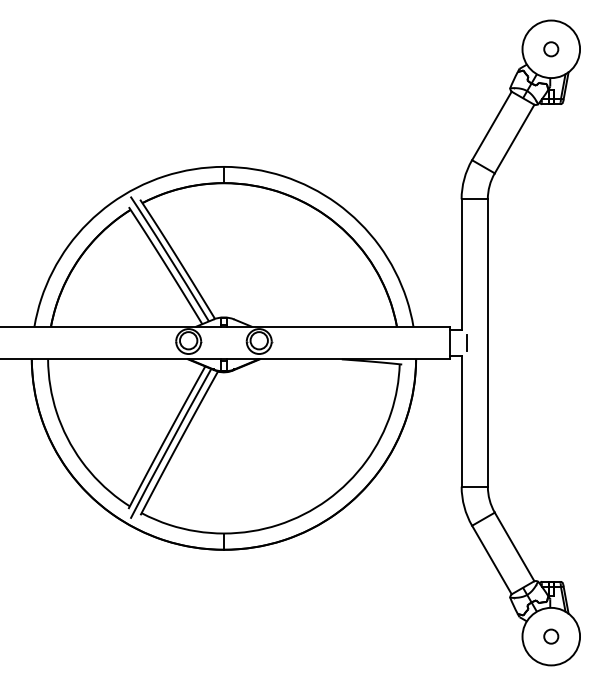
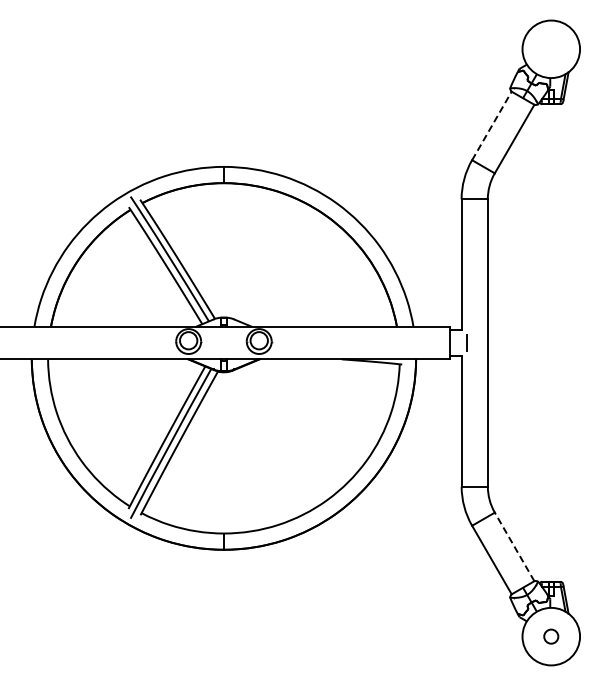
circle at (551, 49): present -> none
line at (491, 125): solid -> dashed
line at (514, 546): solid -> dashed
